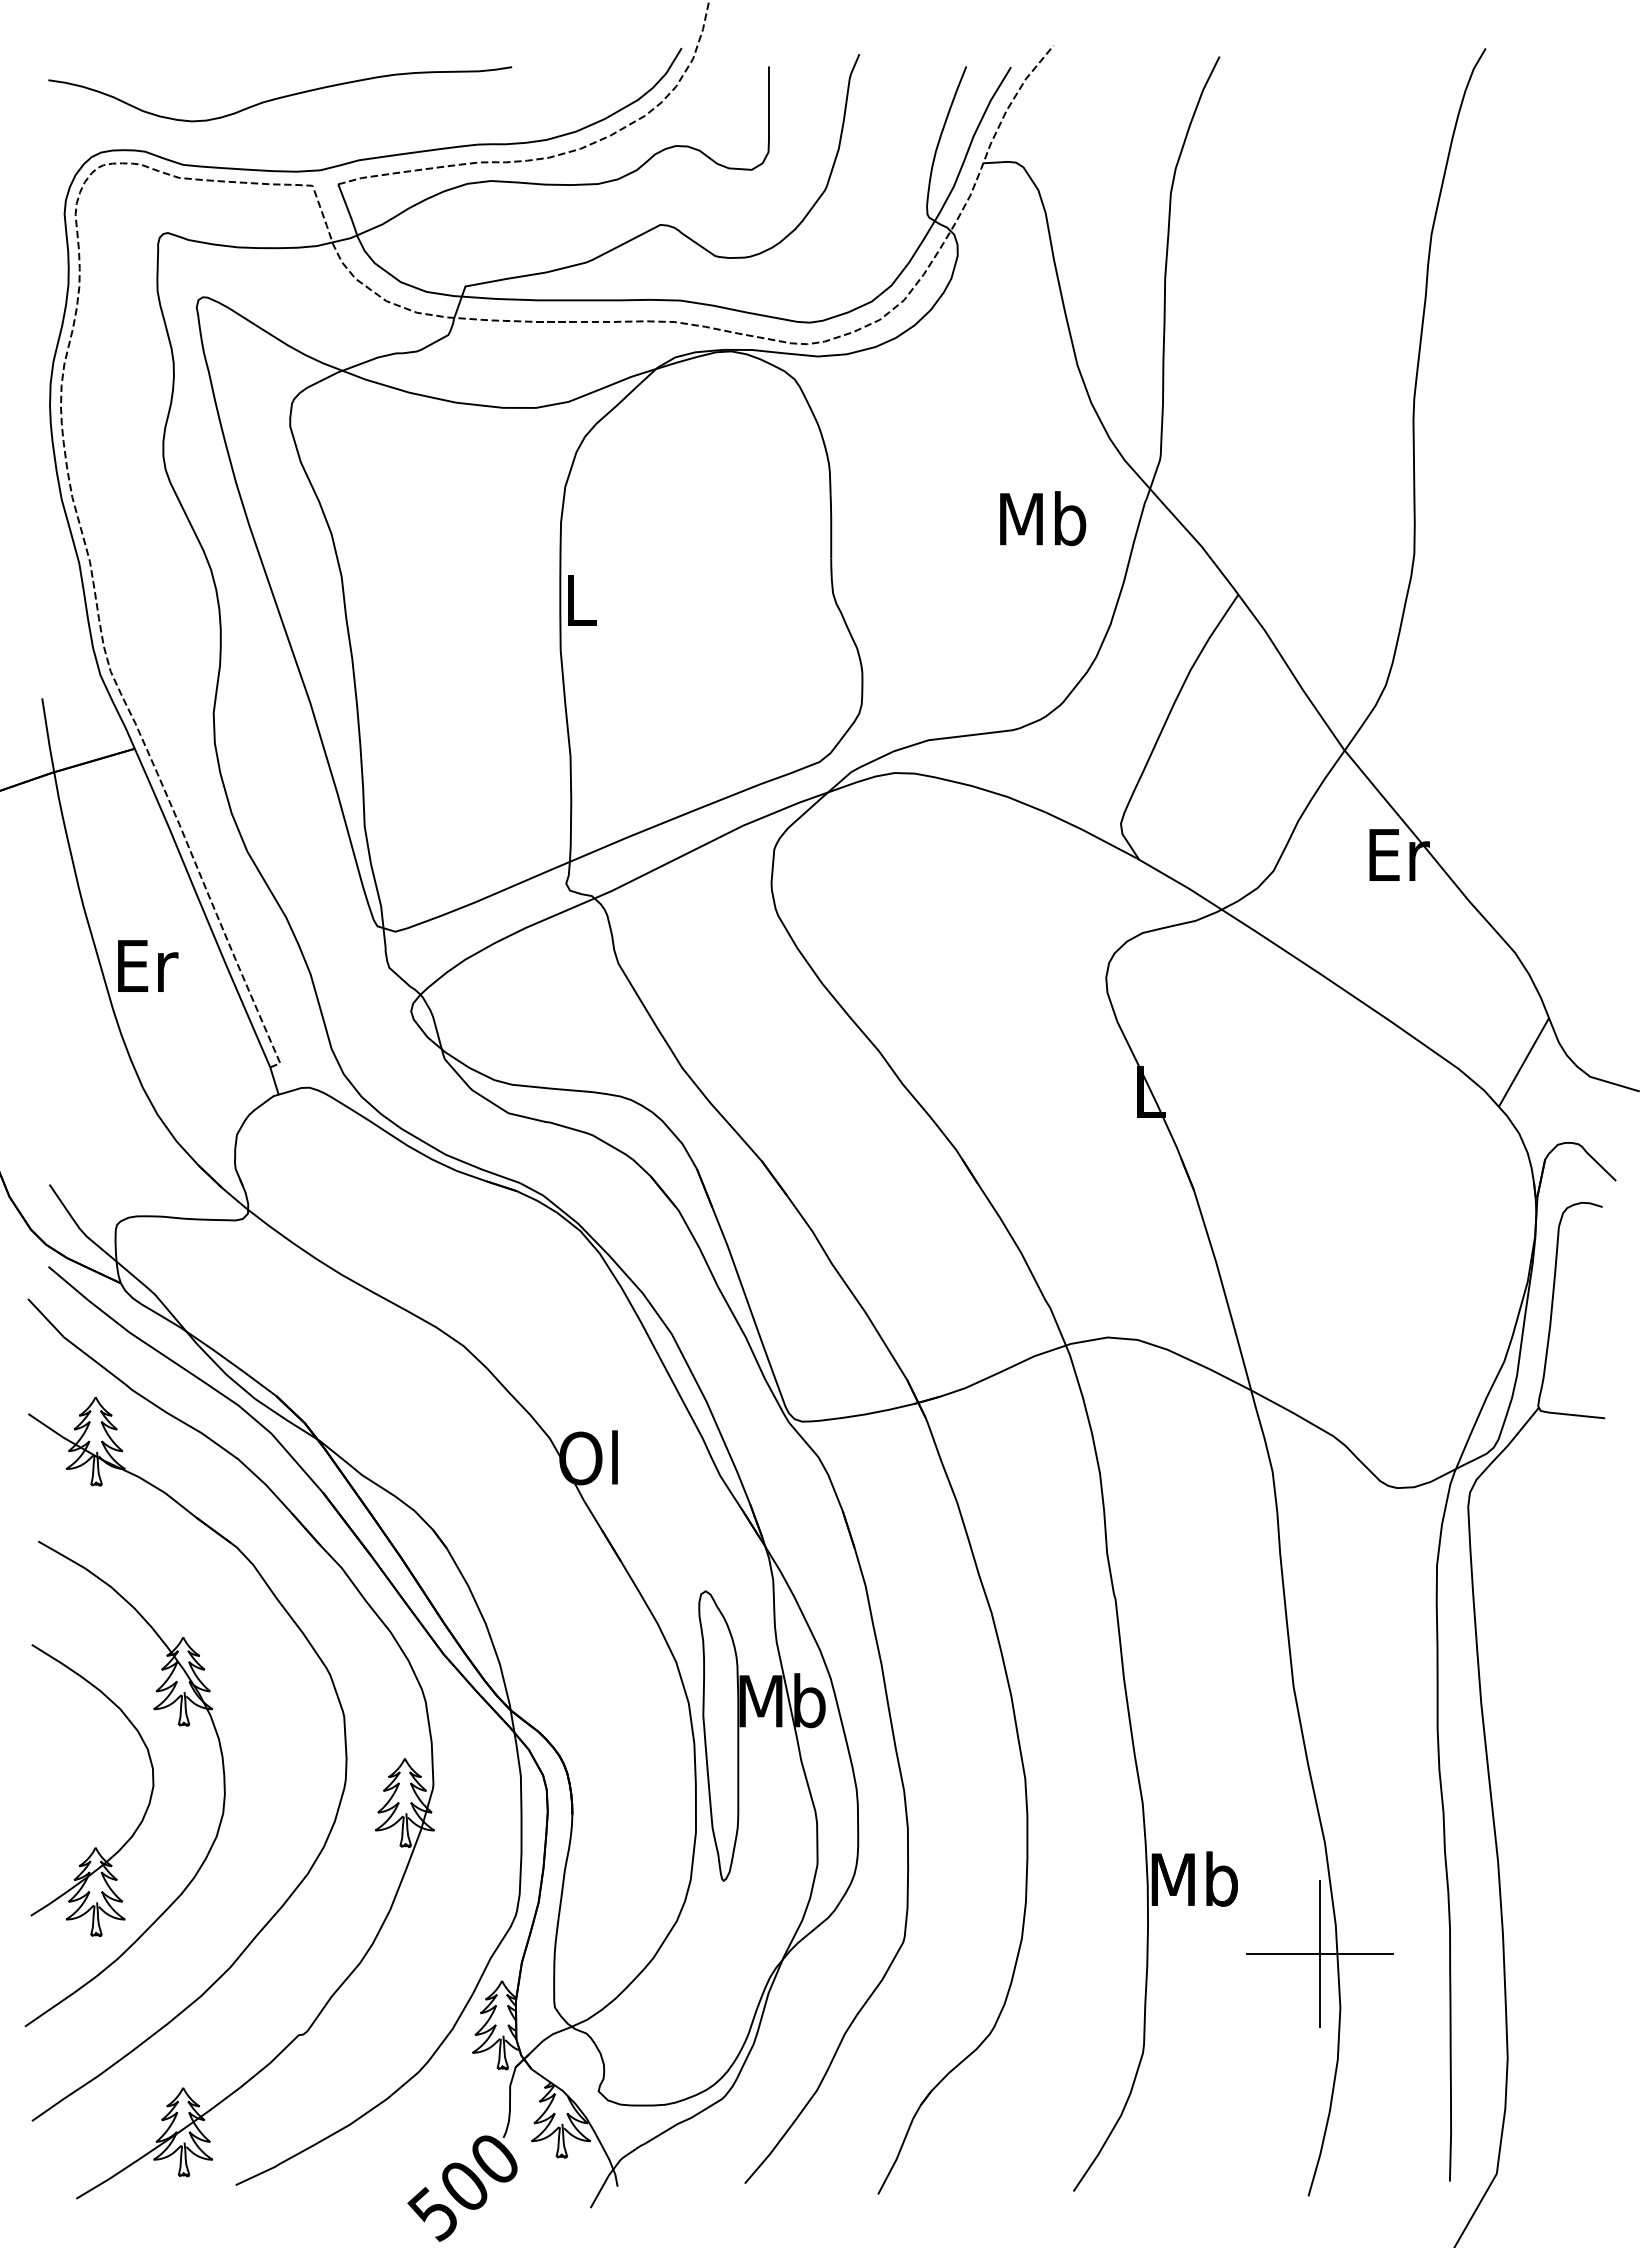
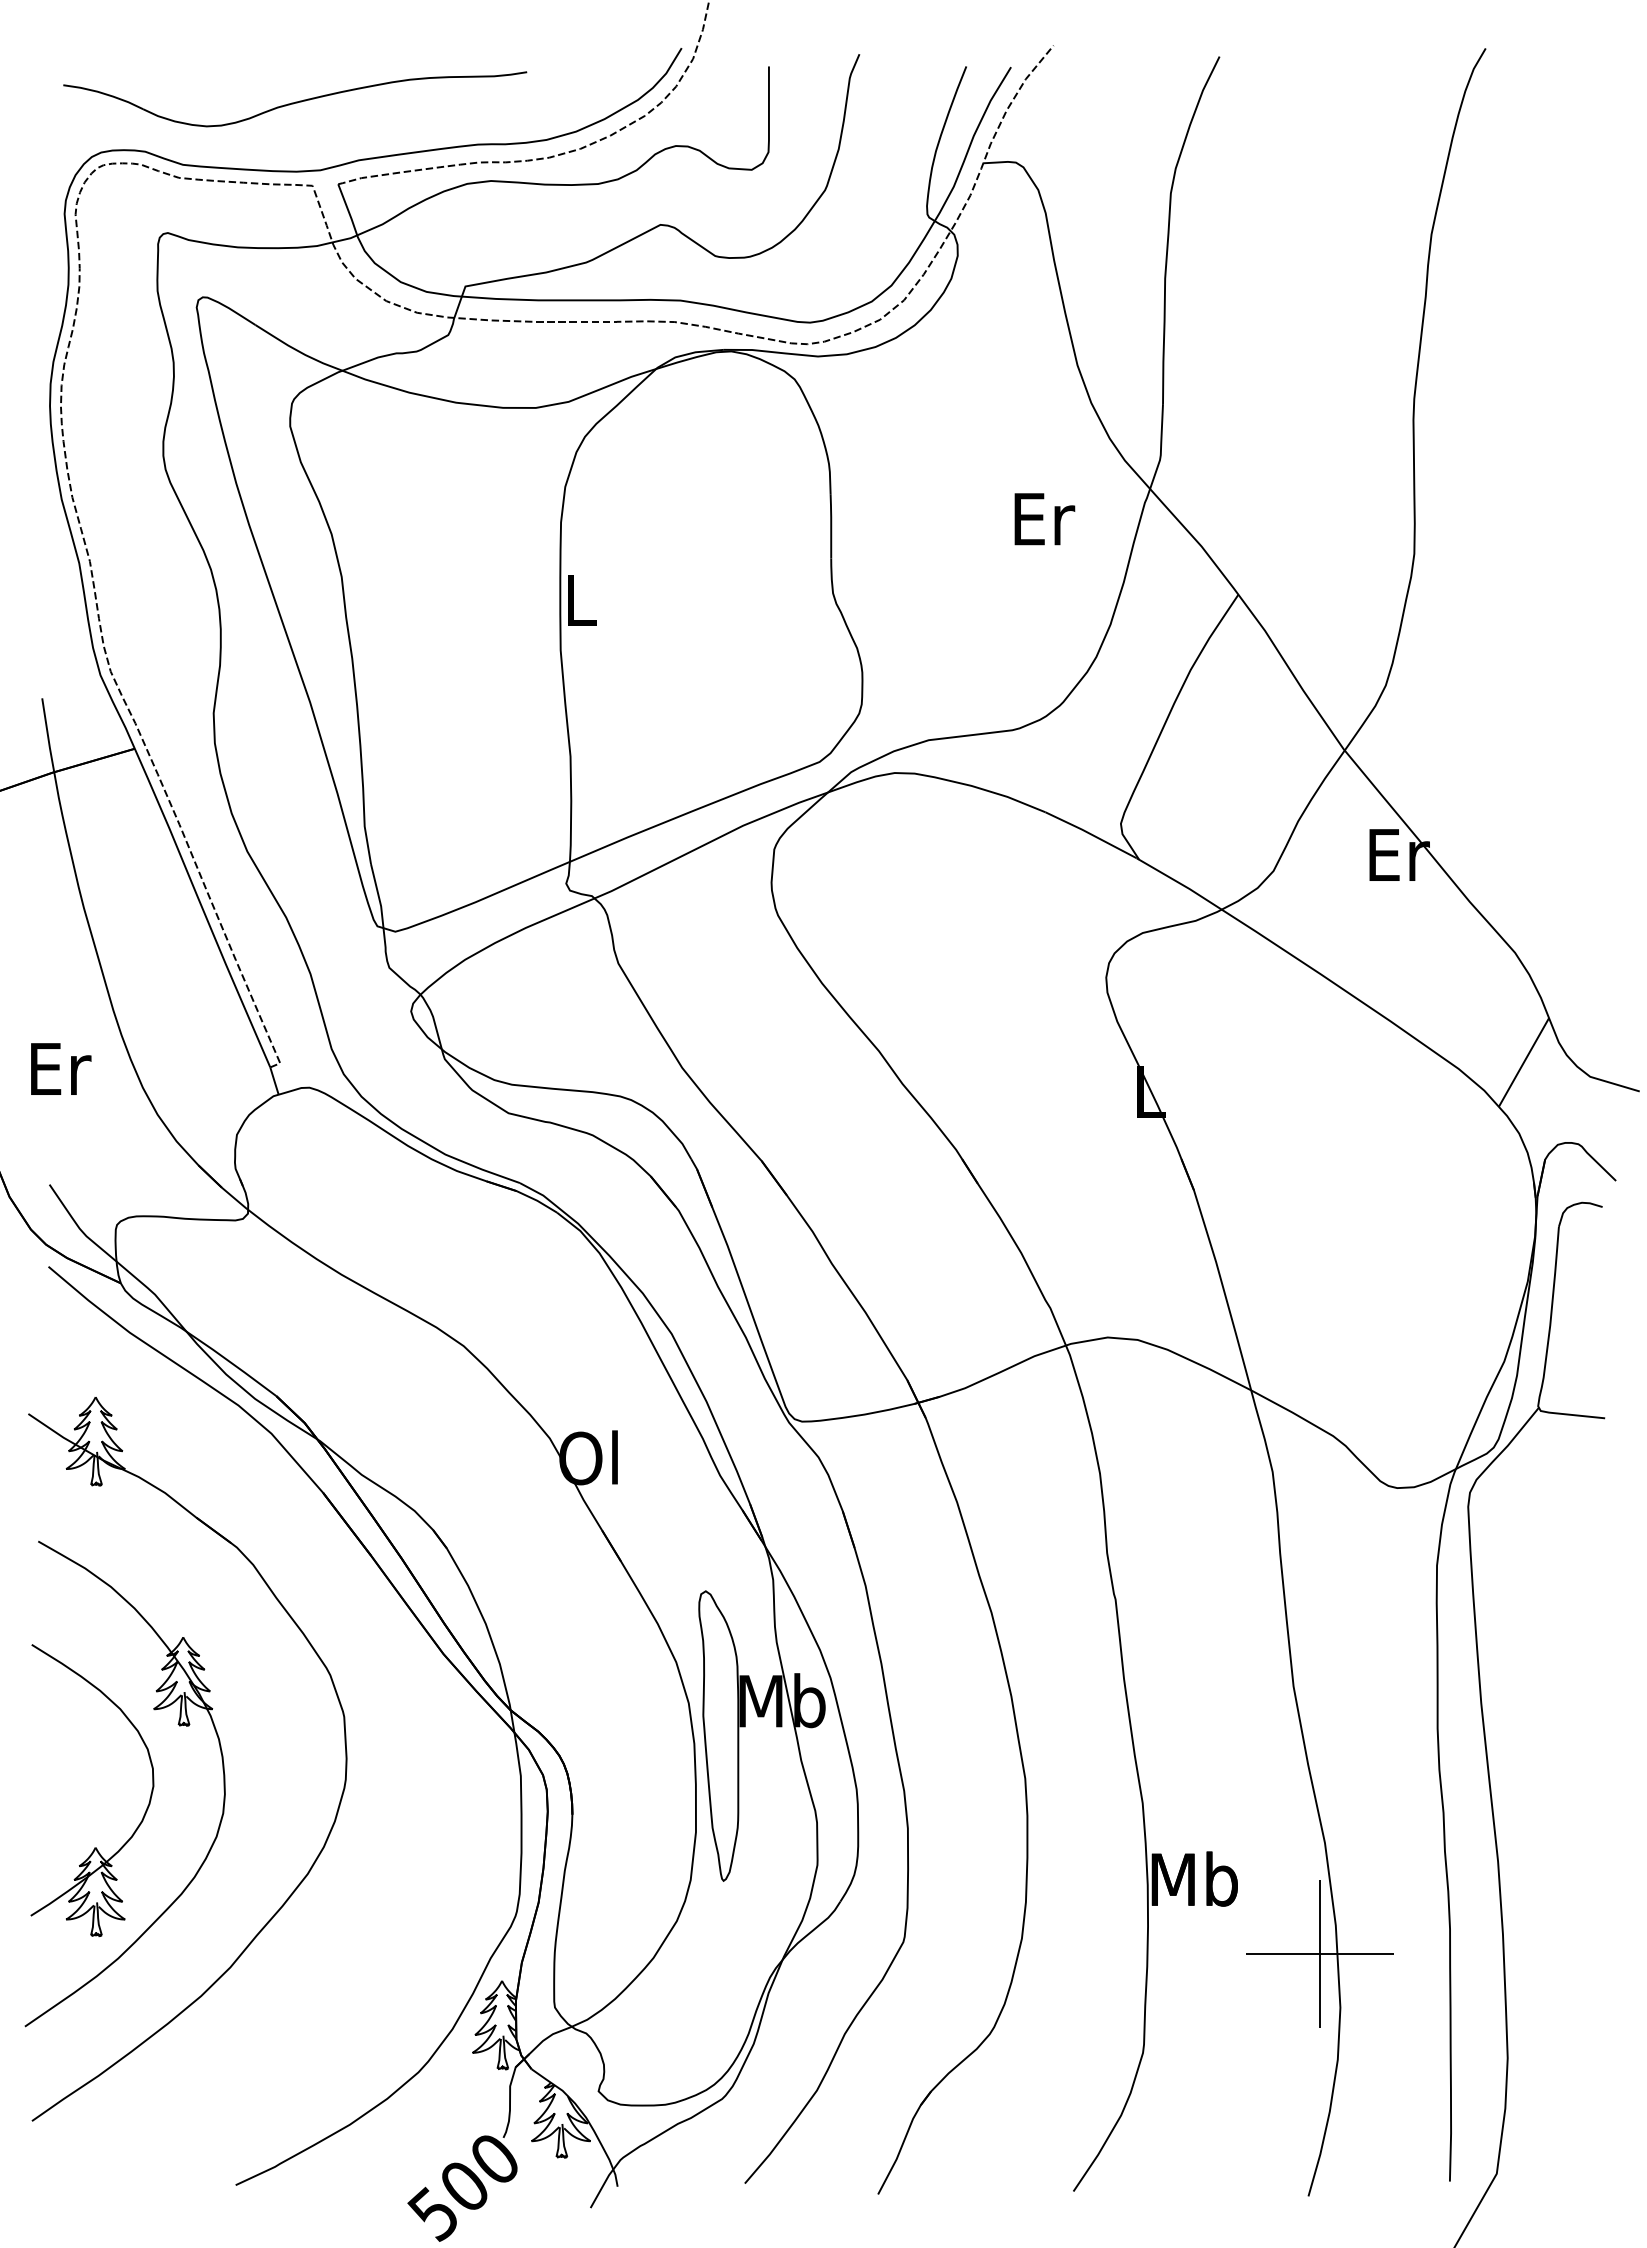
part at (280, 94) position: (280, 94) -> (295, 99)
text at (1043, 518): Mb -> Er
text at (148, 965) position: (148, 965) -> (61, 1068)
part at (383, 1789): present -> none
